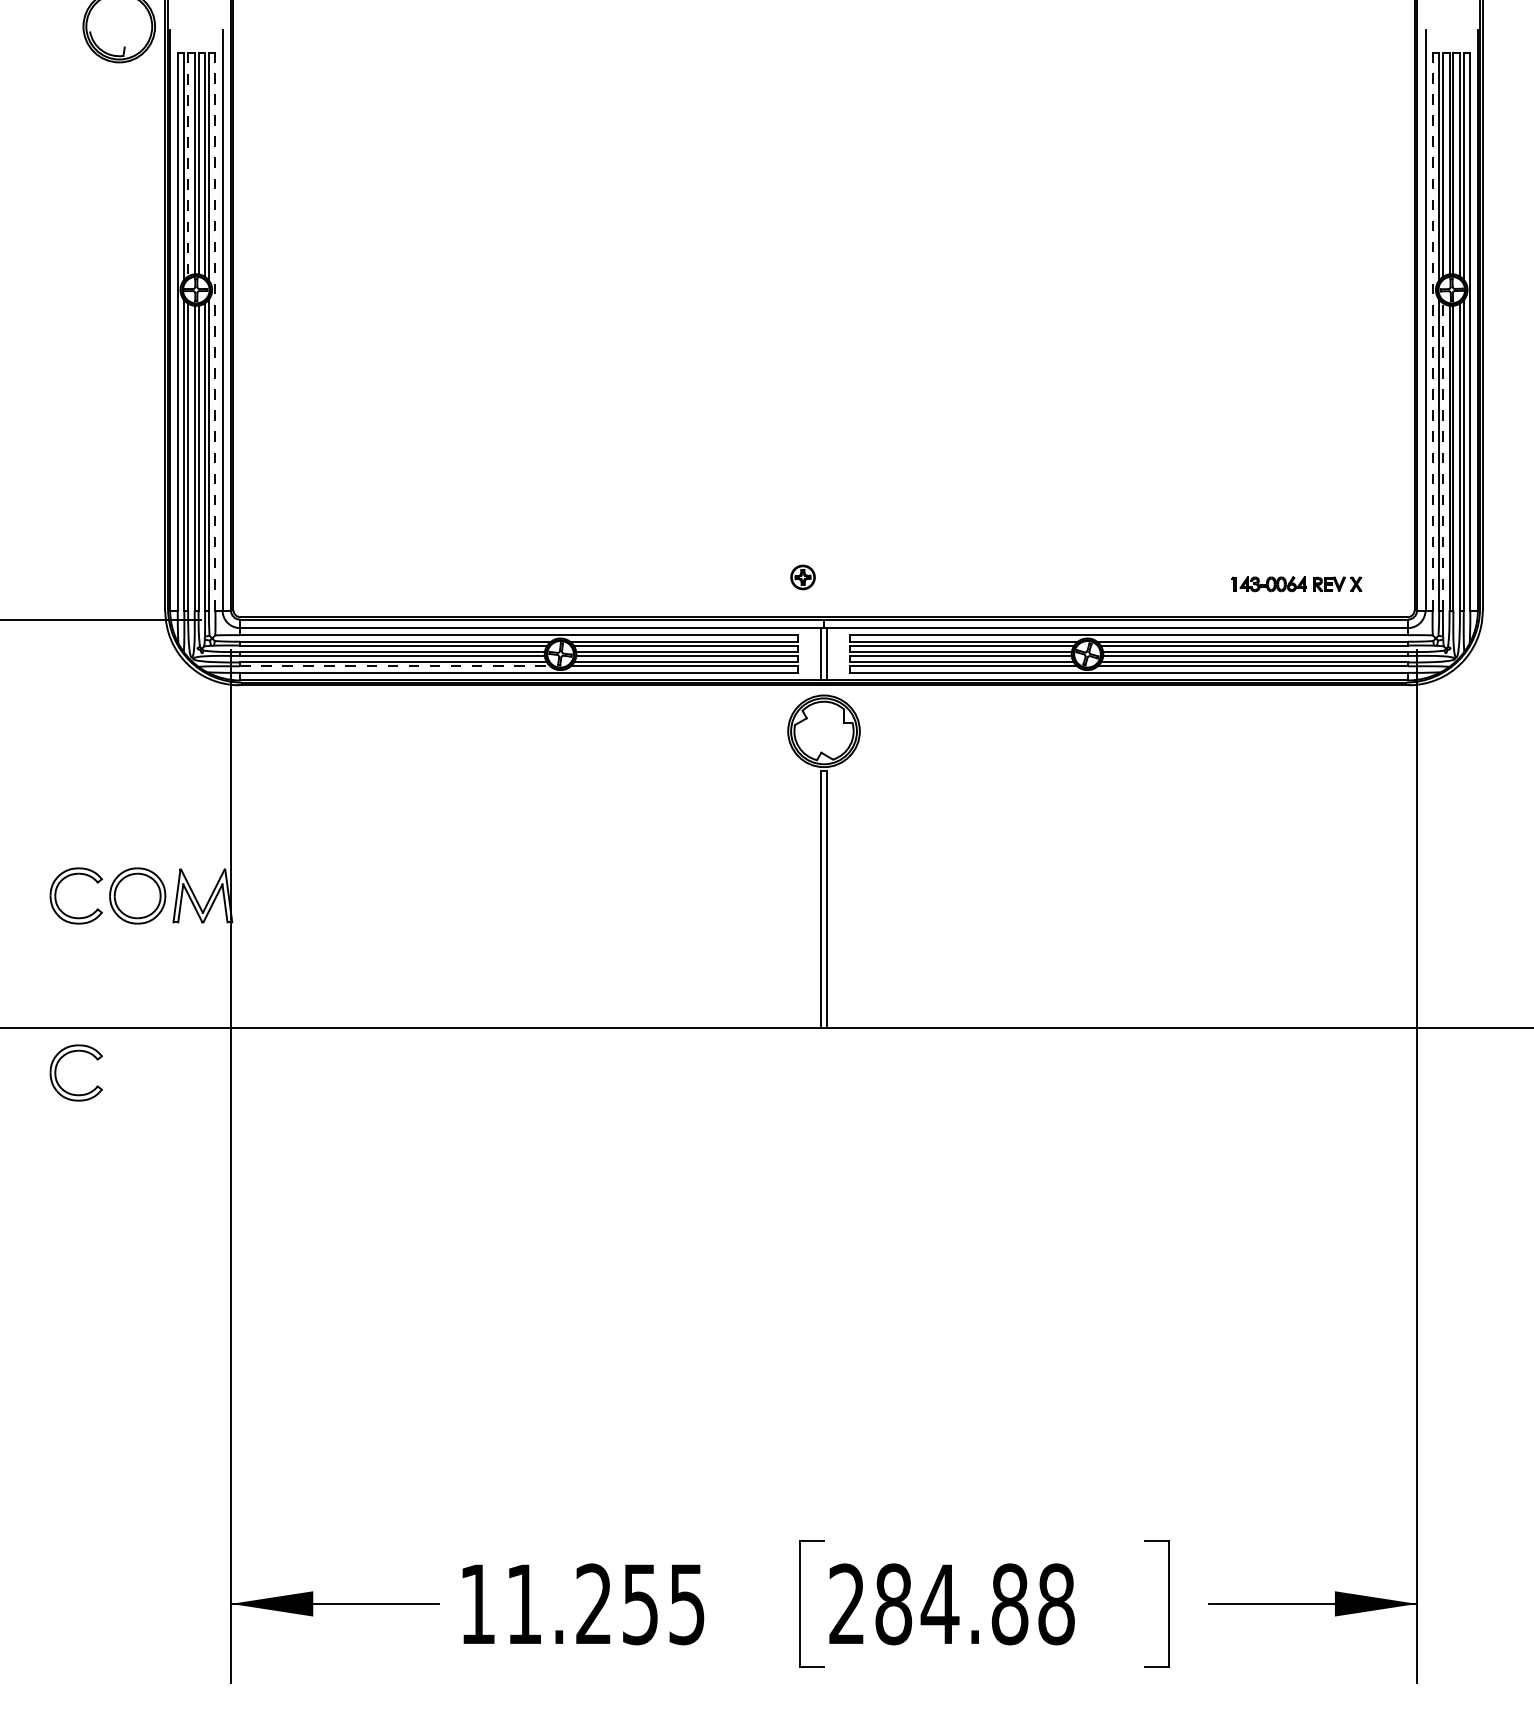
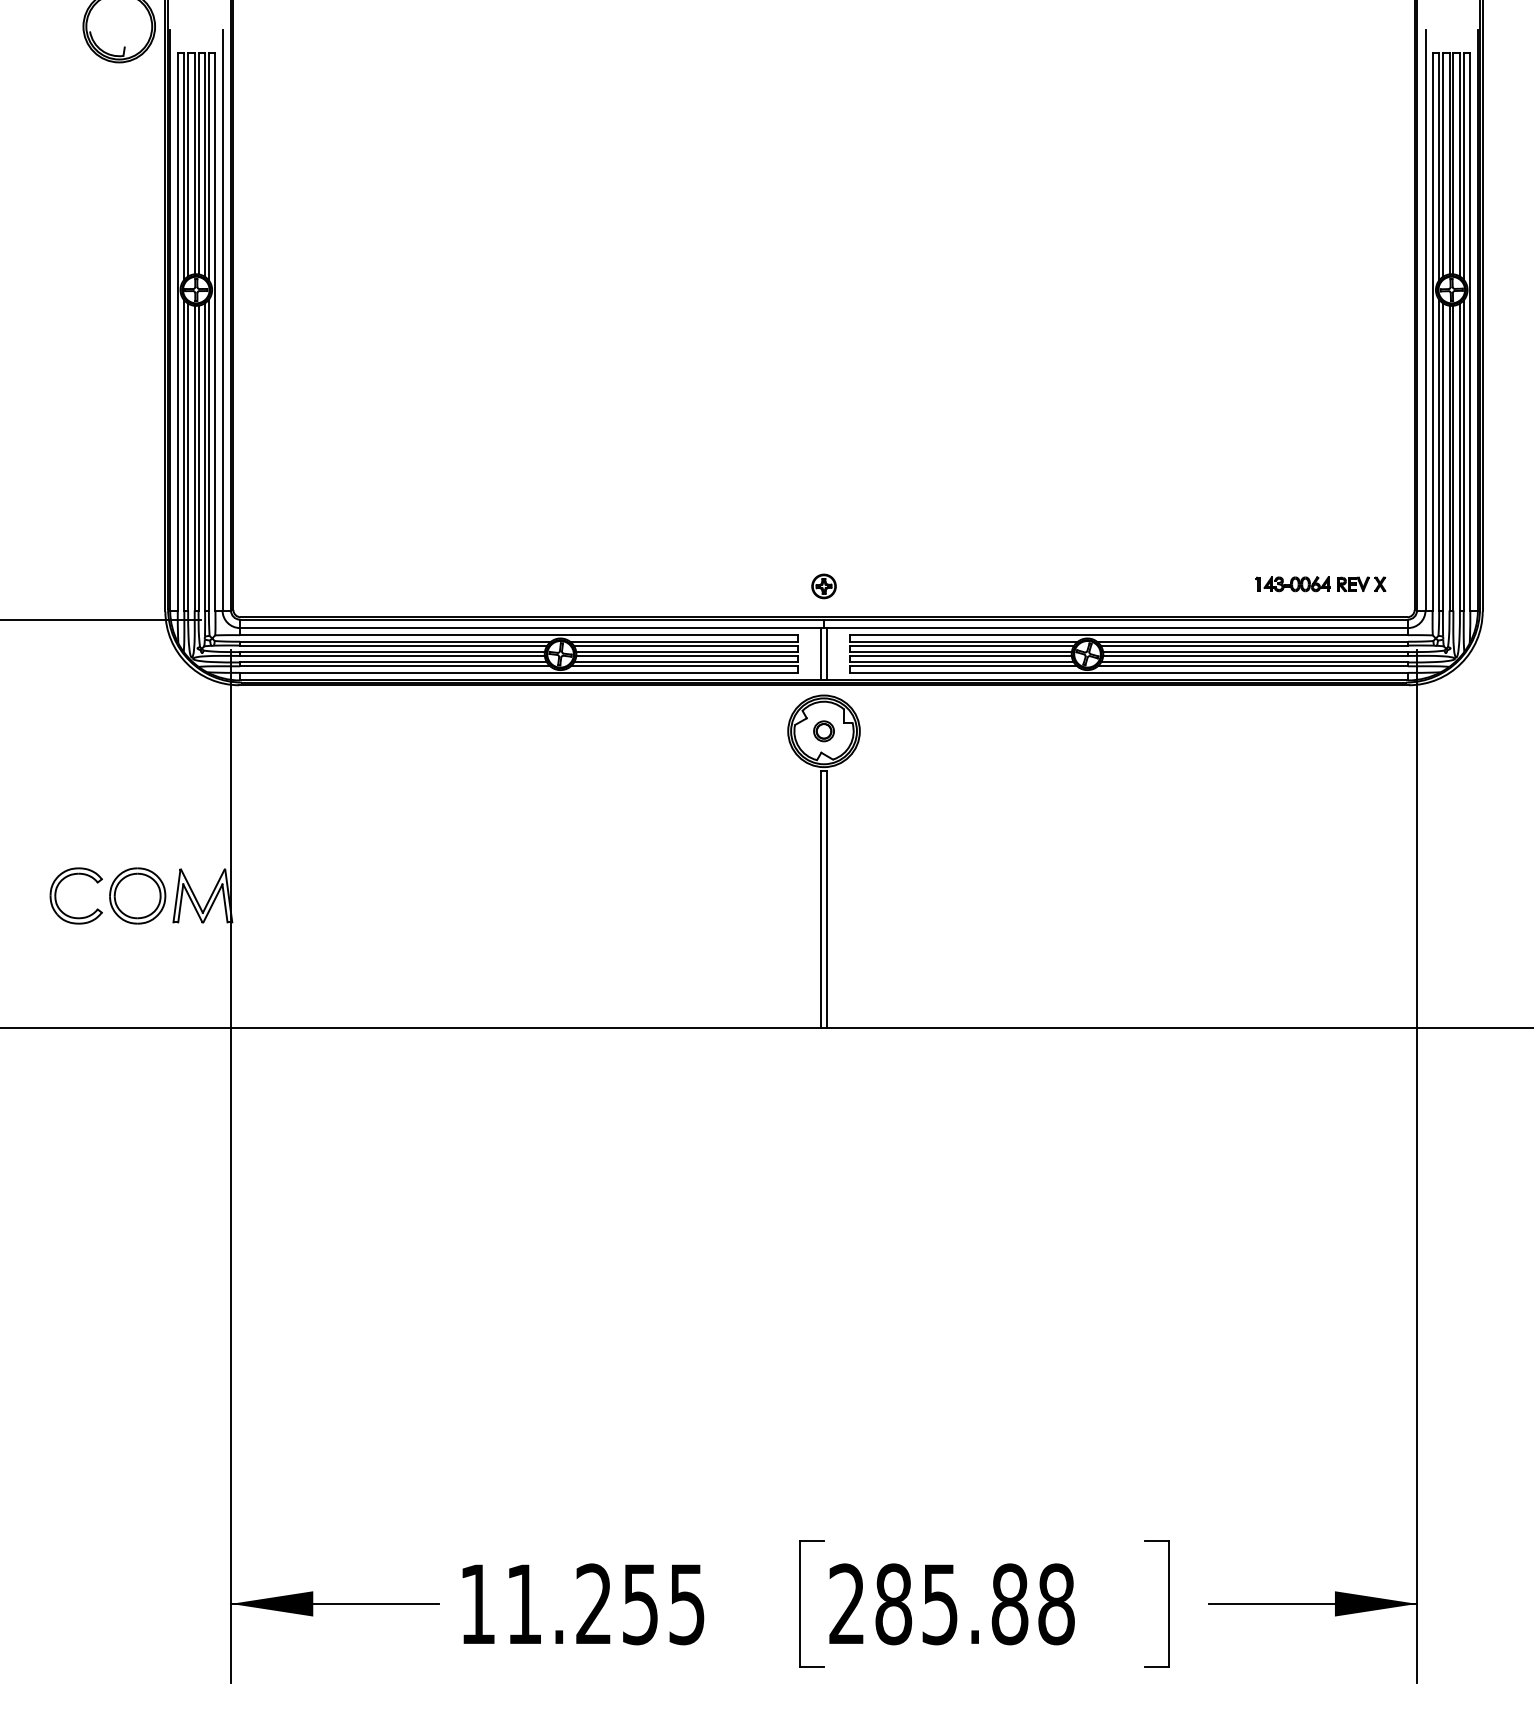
line at (188, 164): dashed -> solid
line at (215, 331): dashed -> solid
line at (1432, 331): dashed -> solid
line at (1443, 456): dashed -> solid
part at (802, 577) position: (802, 577) -> (823, 586)
part at (1296, 584) position: (1296, 584) -> (1320, 584)
line at (395, 666): dashed -> solid
part at (823, 731): none -> present
part at (57, 1066): present -> none
text at (939, 1604): 284.88 -> 285.88
